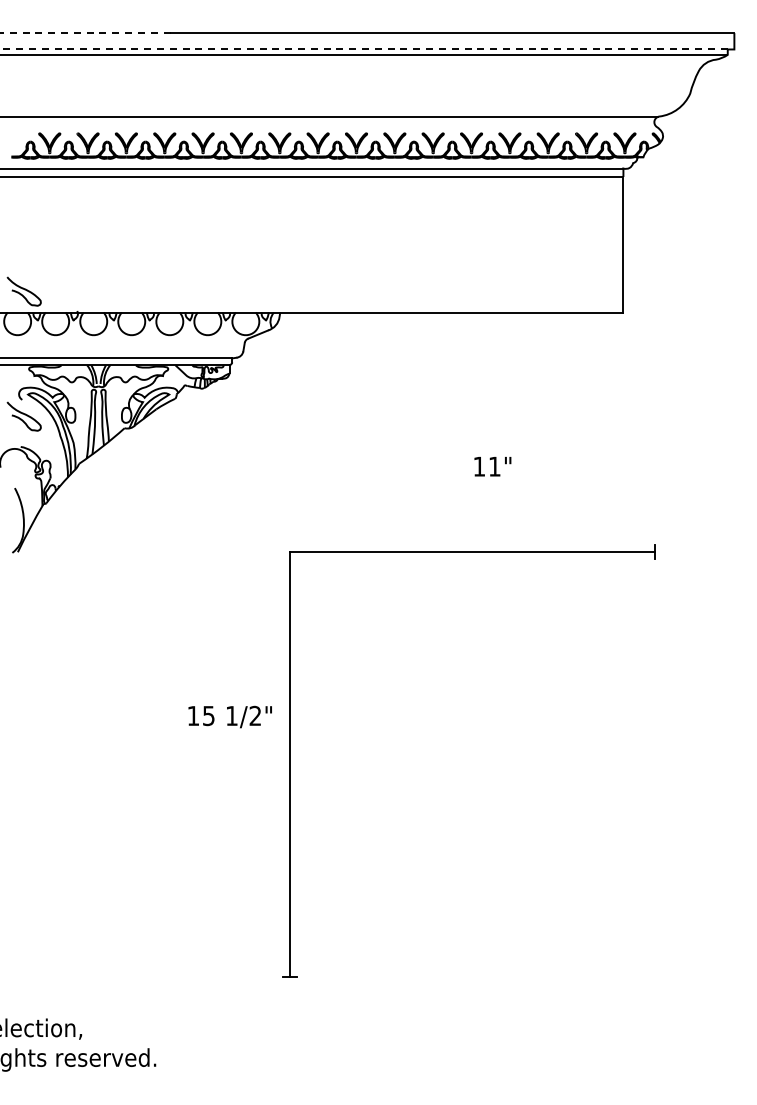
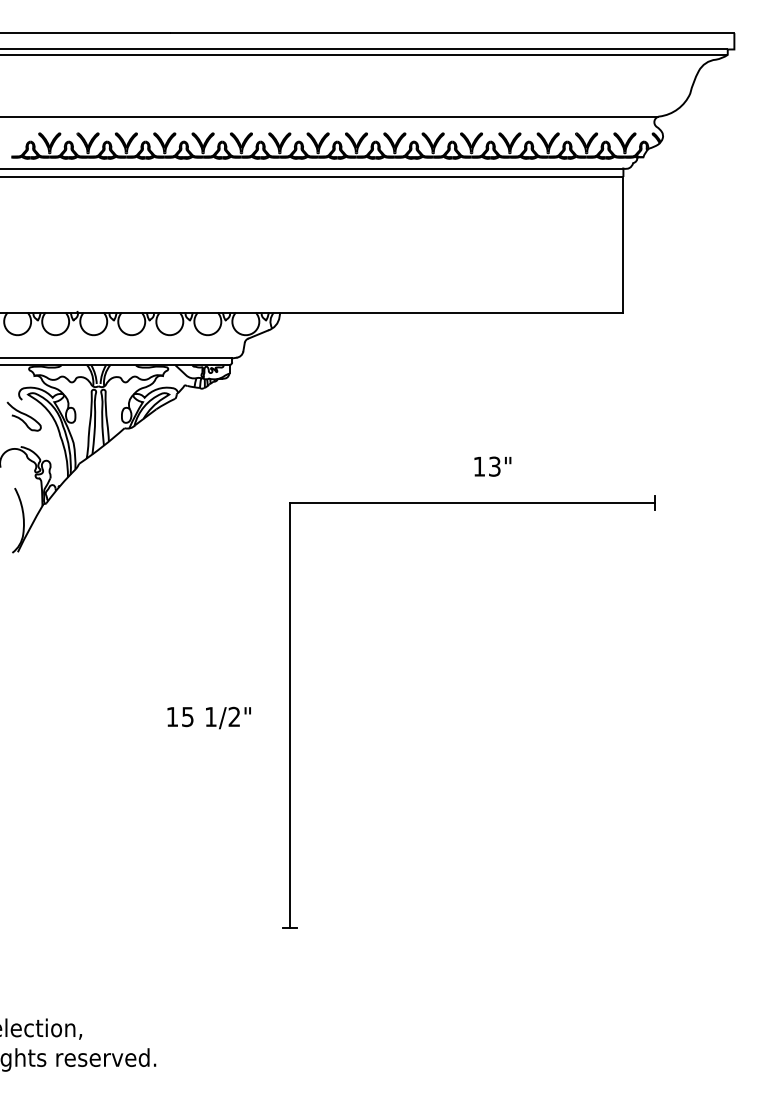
line at (85, 33): dashed -> solid
line at (363, 49): dashed -> solid
curve at (24, 290): present -> none
text at (494, 466): 11" -> 13"
text at (229, 716) position: (229, 716) -> (208, 717)
part at (290, 760) position: (290, 760) -> (290, 711)
